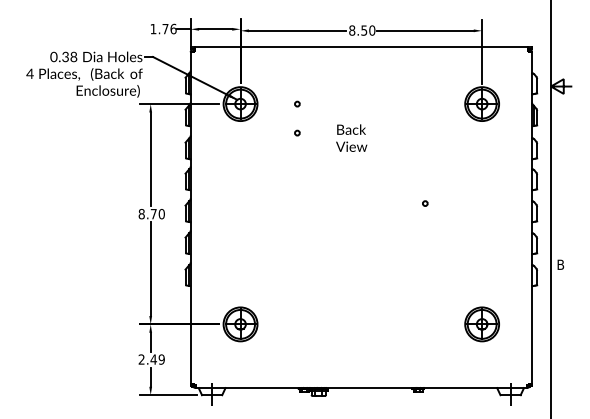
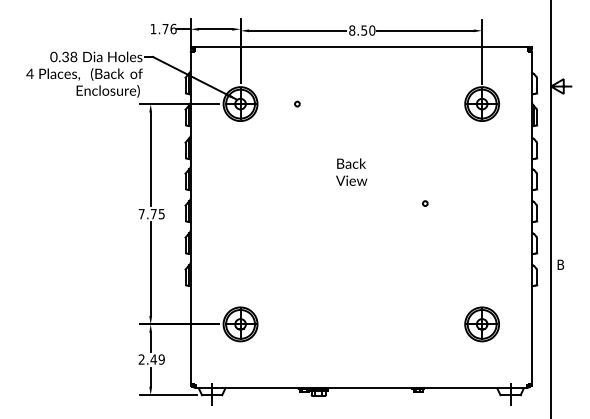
circle at (297, 132): present -> none
text at (351, 137) position: (351, 137) -> (351, 171)
text at (151, 214): 8.70 -> 7.75
